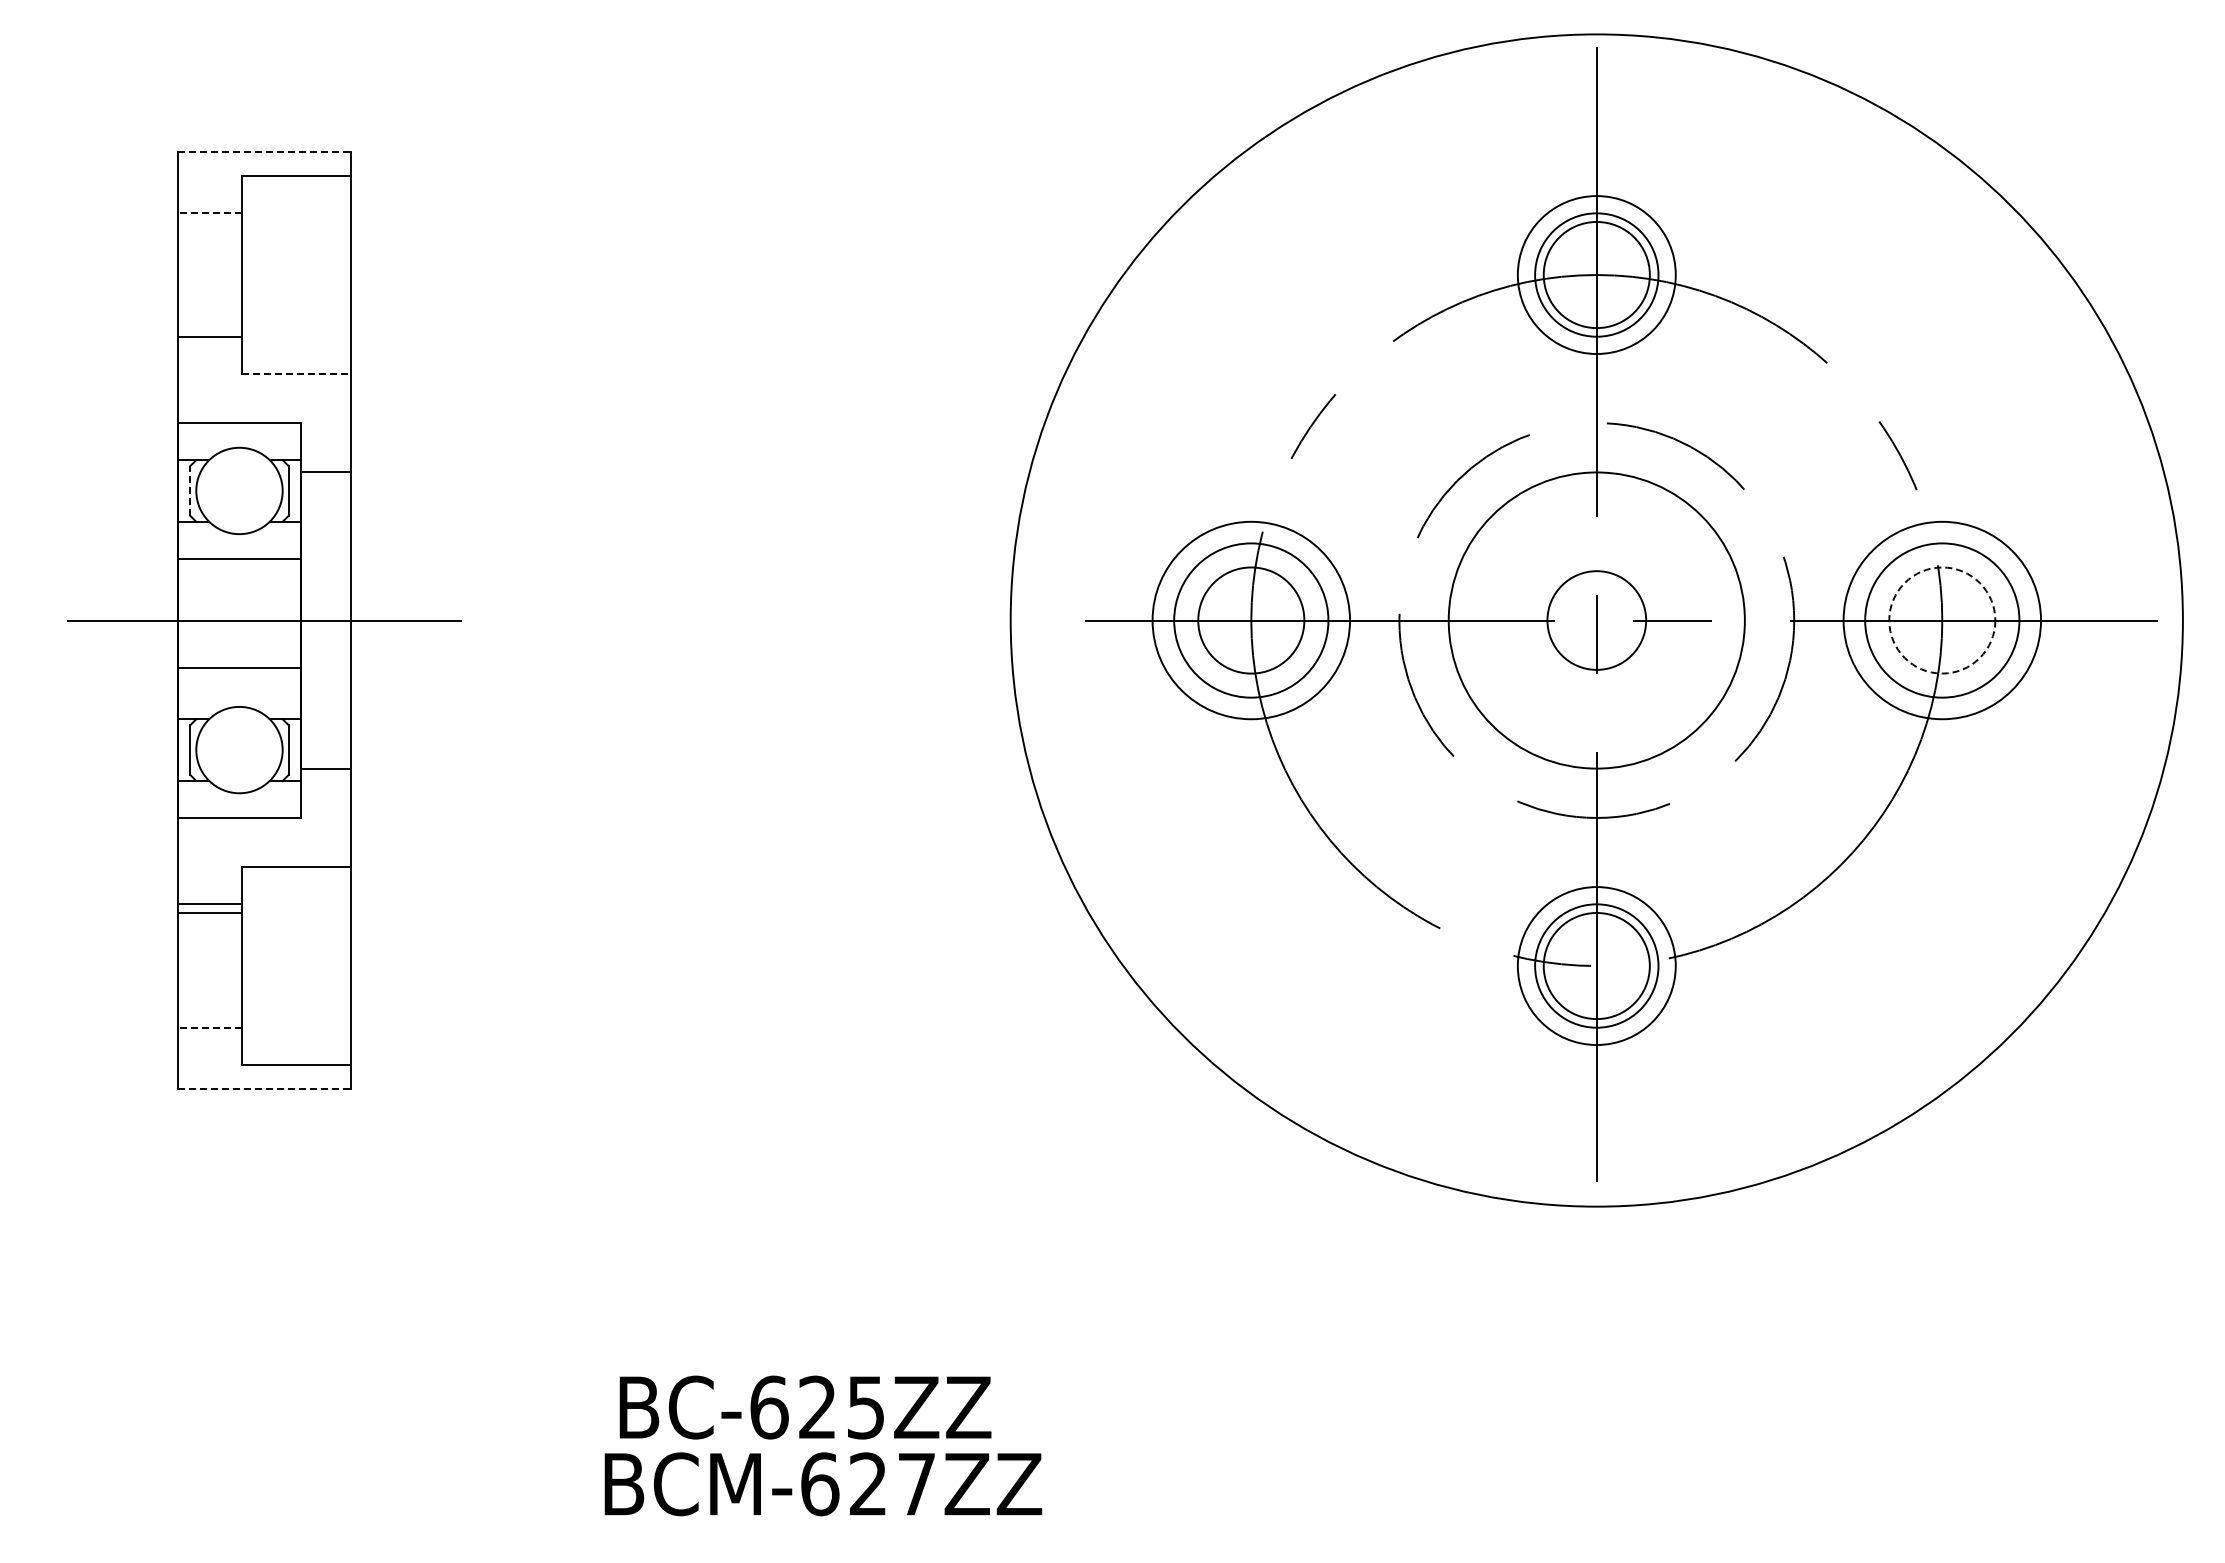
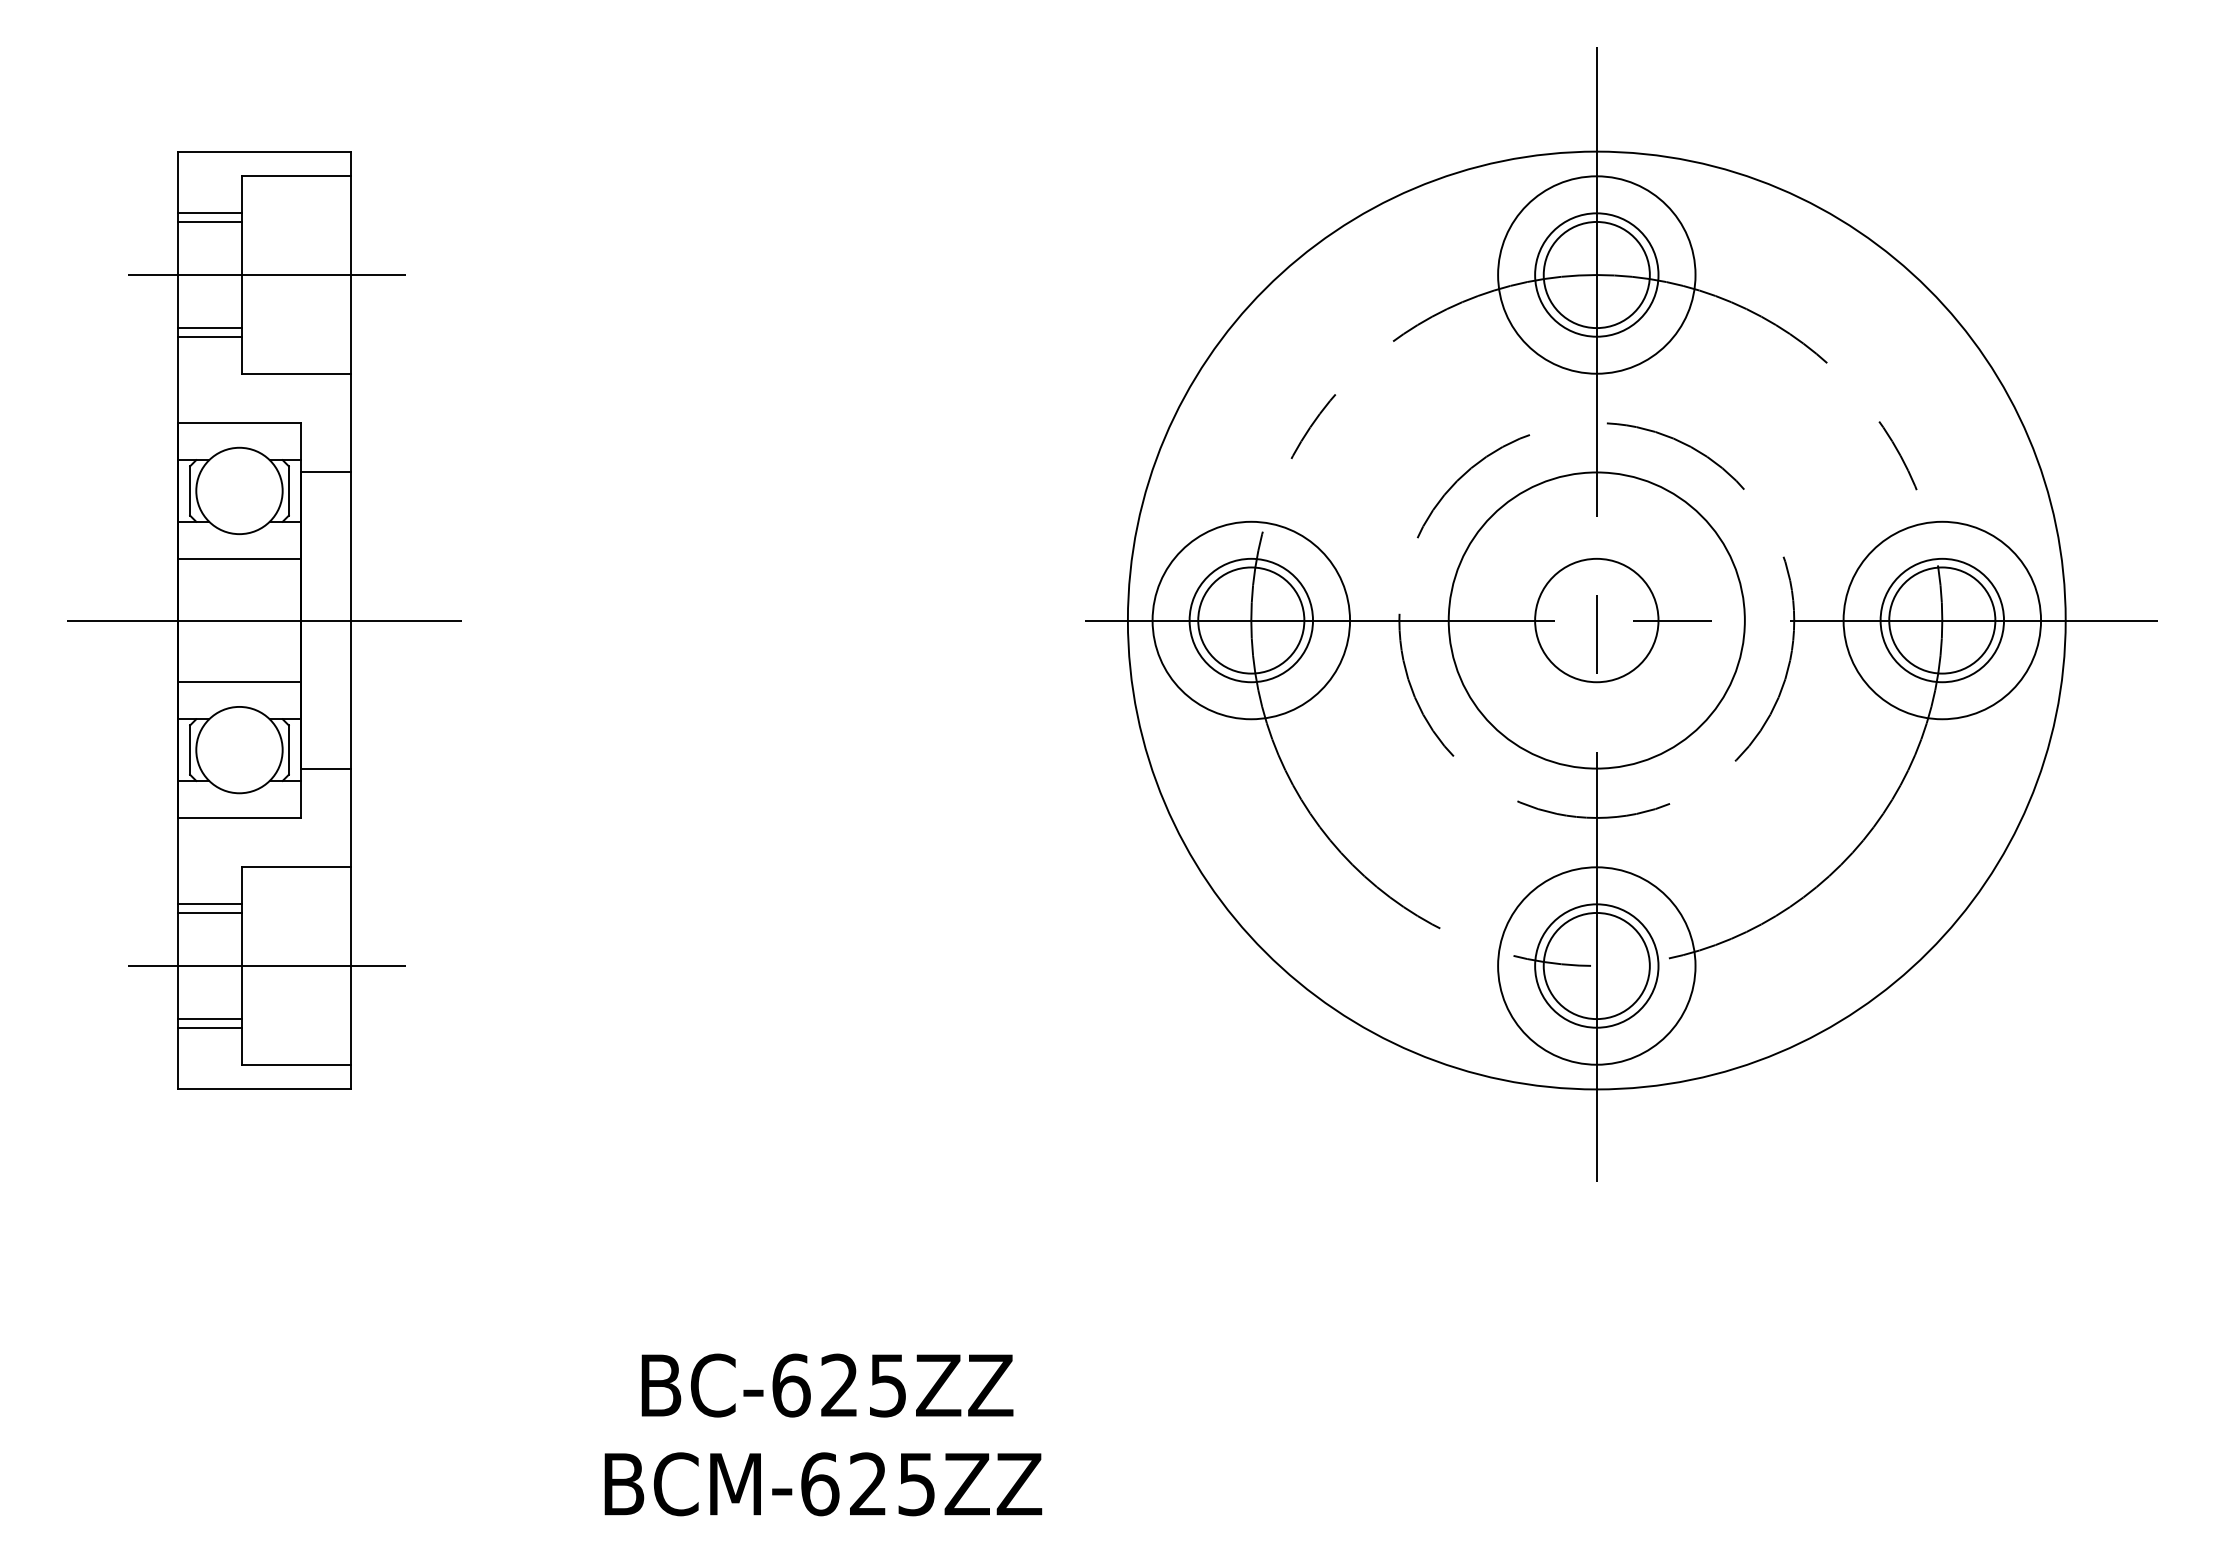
line at (264, 151): dashed -> solid
line at (209, 213): dashed -> solid
line at (209, 221): none -> present
line at (267, 275): none -> present
circle at (1596, 275) diameter: 158 px -> 197 px
line at (209, 328): none -> present
line at (296, 373): dashed -> solid
line at (190, 490): dashed -> solid
circle at (1251, 620) diameter: 154 px -> 123 px
circle at (1596, 620) diameter: 1172 px -> 938 px
circle at (1596, 620) diameter: 99 px -> 123 px
circle at (1942, 620) diameter: 154 px -> 123 px
circle at (1942, 620): dashed -> solid
line at (239, 668) position: (239, 668) -> (239, 682)
line at (267, 966): none -> present
circle at (1596, 966) diameter: 158 px -> 197 px
line at (209, 1019): none -> present
line at (209, 1027): dashed -> solid
line at (264, 1089): dashed -> solid
text at (805, 1407) position: (805, 1407) -> (827, 1385)
text at (916, 1484): BCM-627ZZ -> BCM-625ZZ
